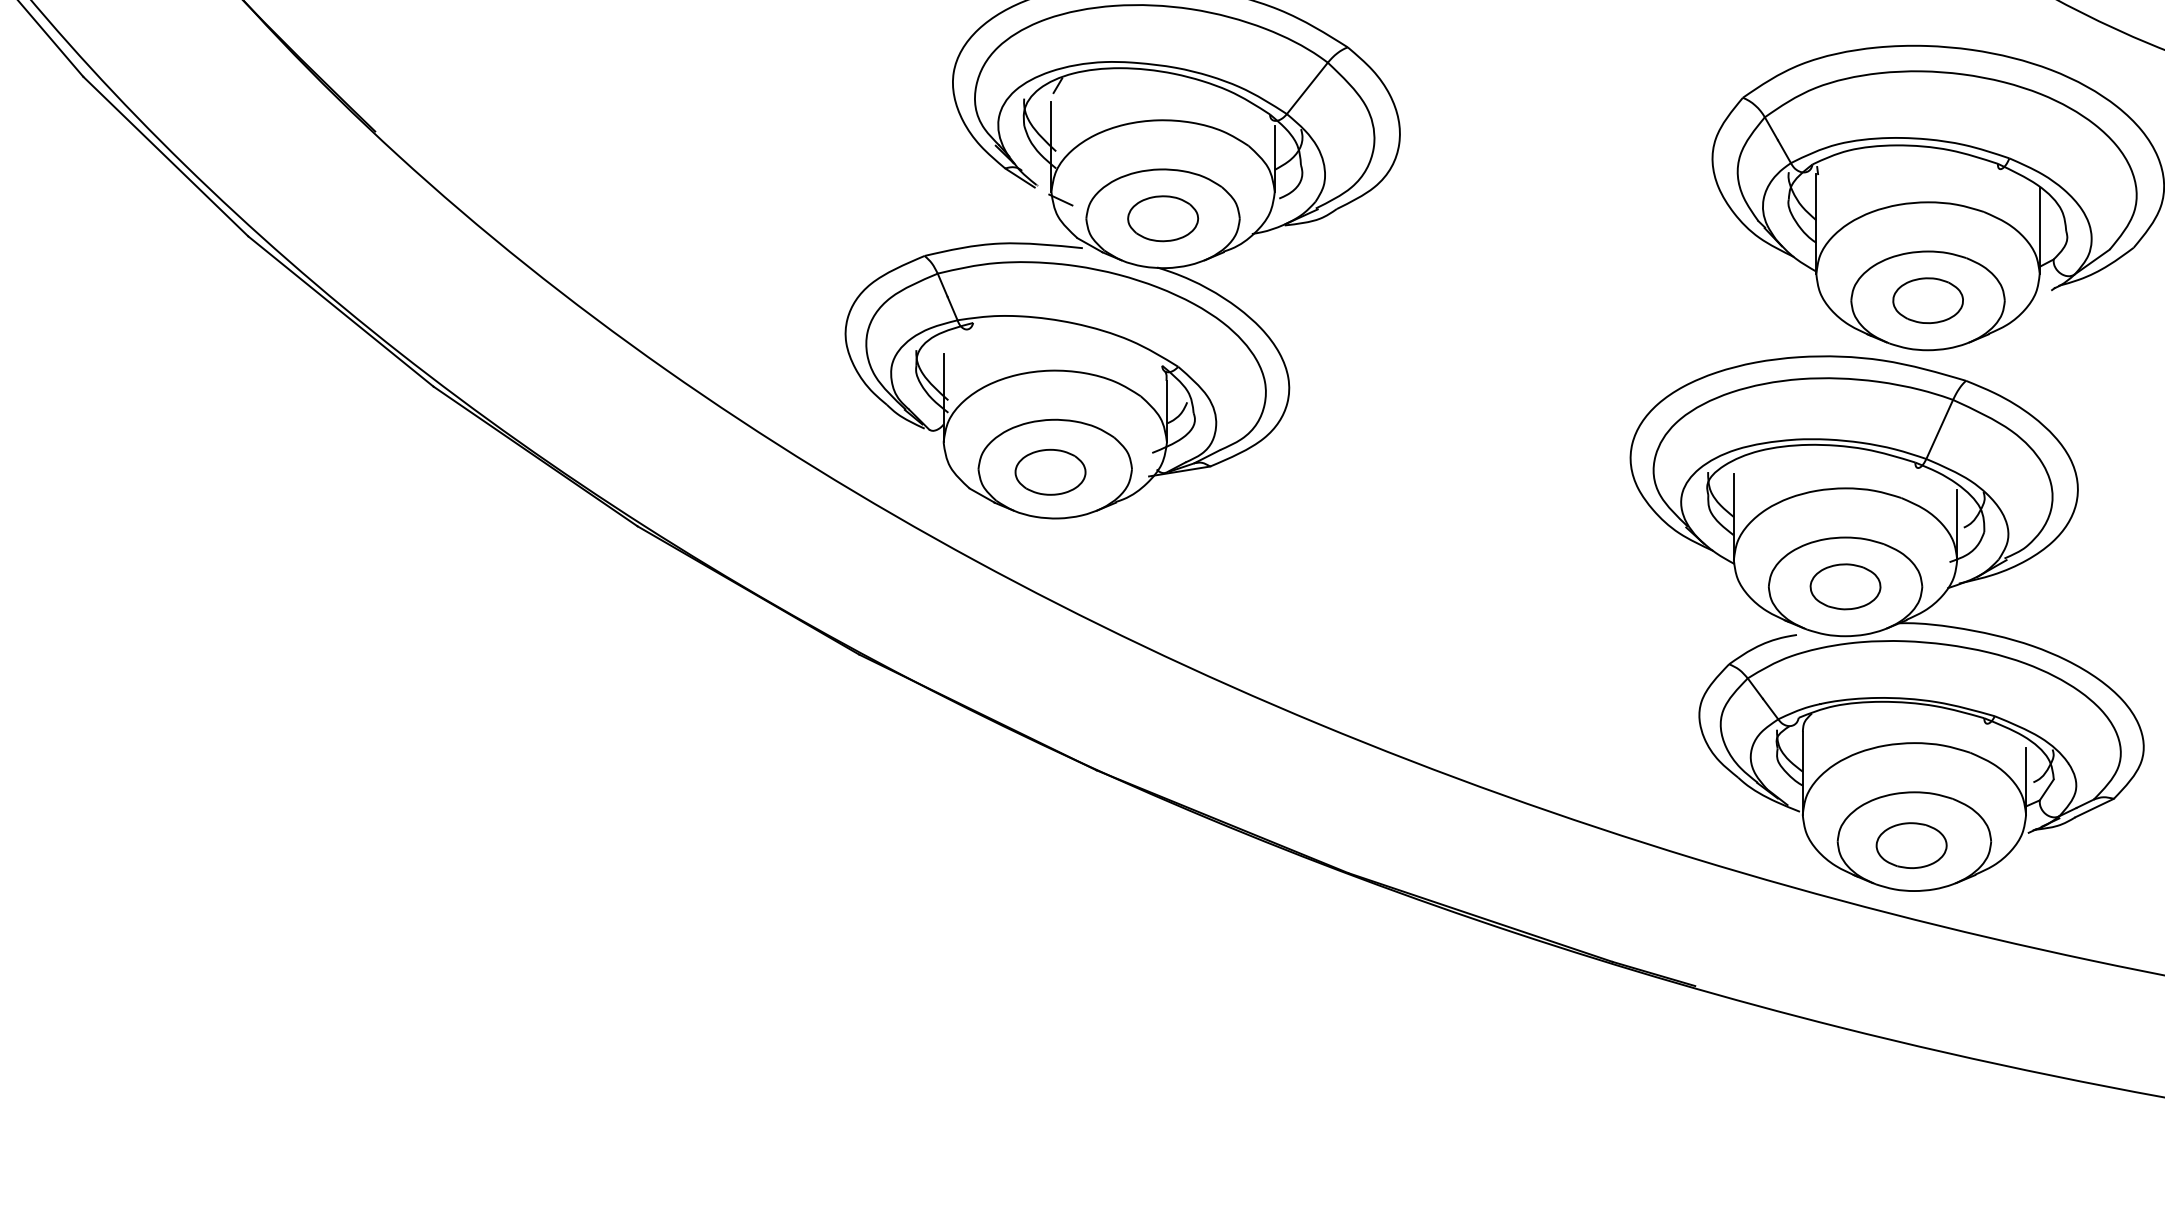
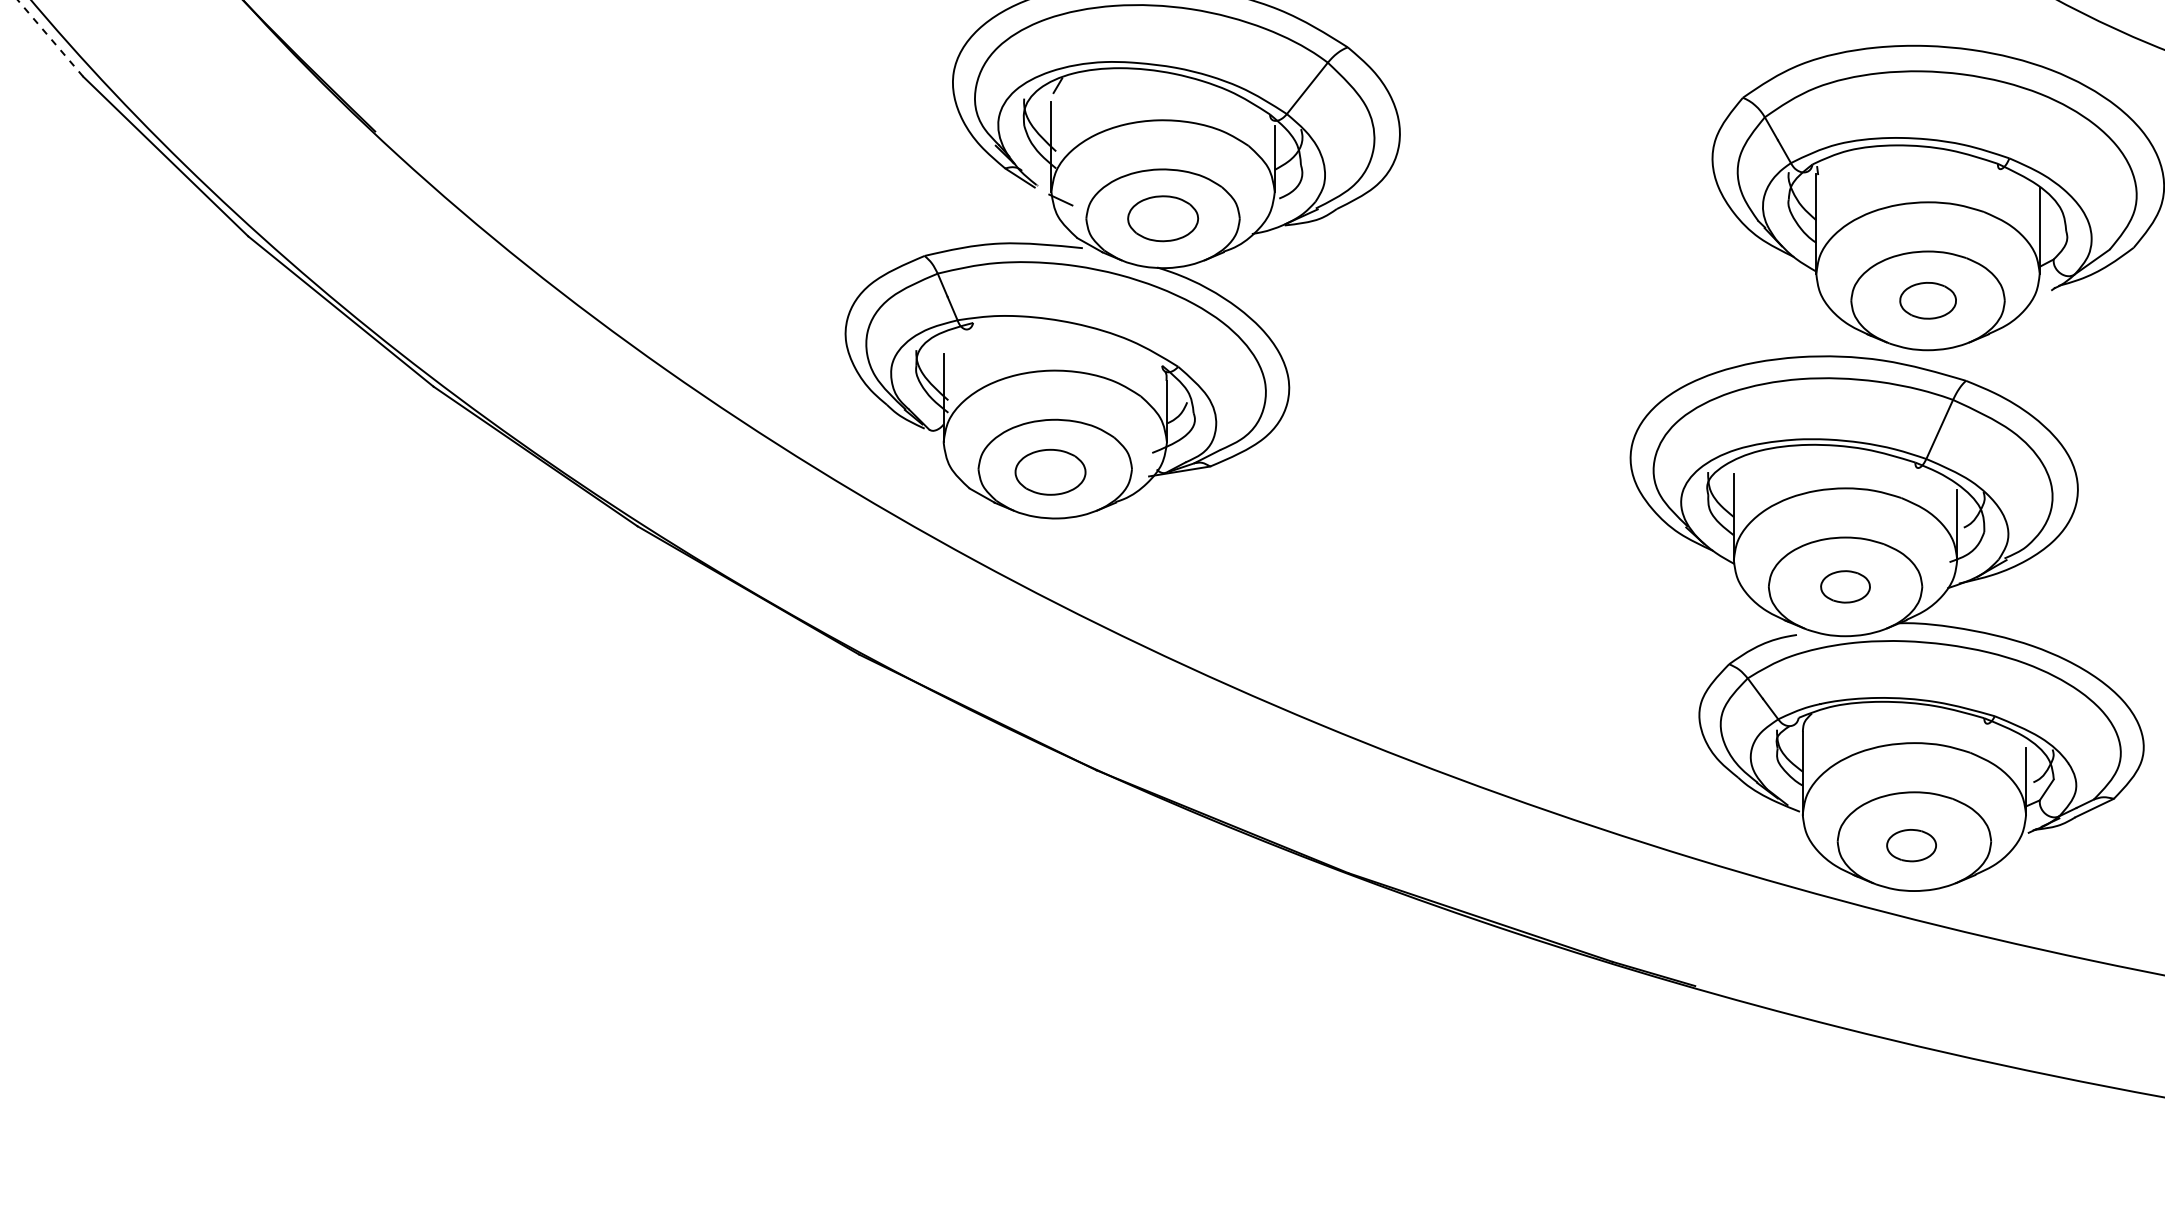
line at (50, 38): solid -> dashed
part at (1927, 300) size: 72x48 px -> 58x38 px
part at (1845, 586) size: 73x48 px -> 51x34 px
part at (1911, 845) size: 73x47 px -> 51x34 px
